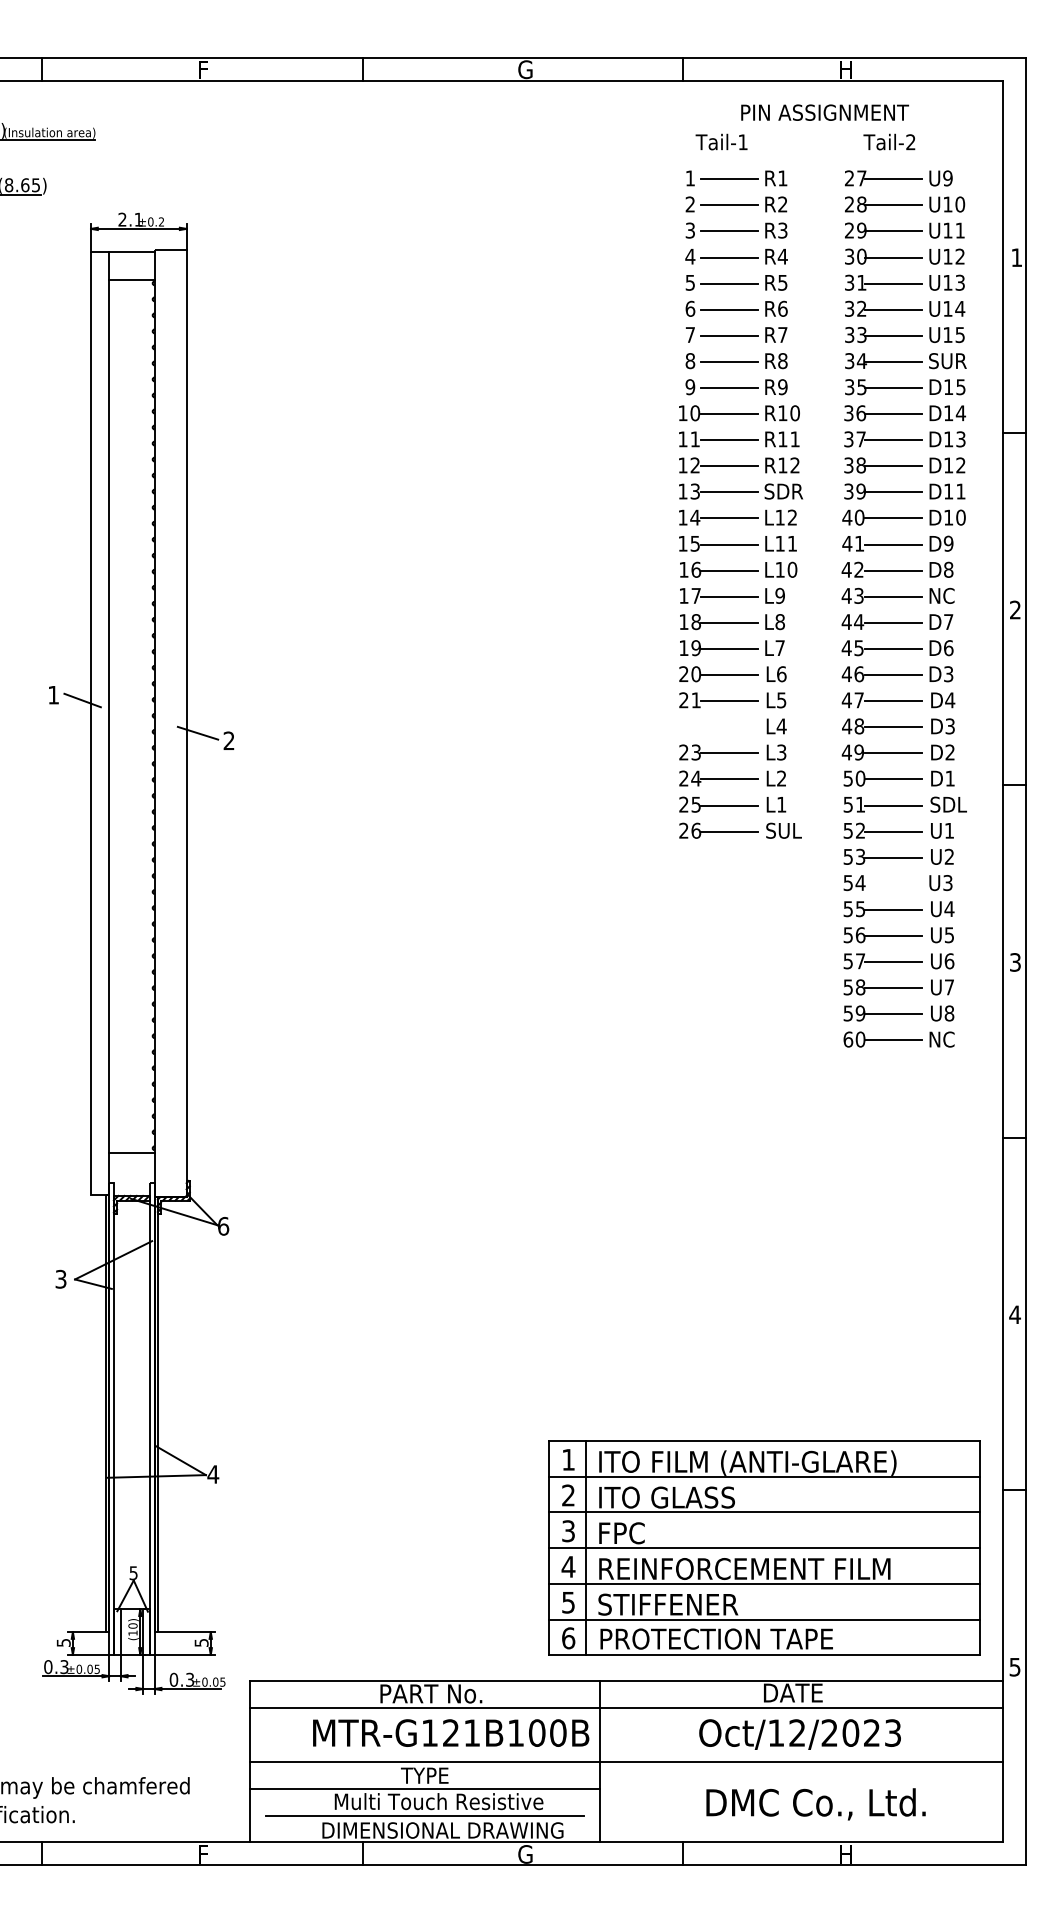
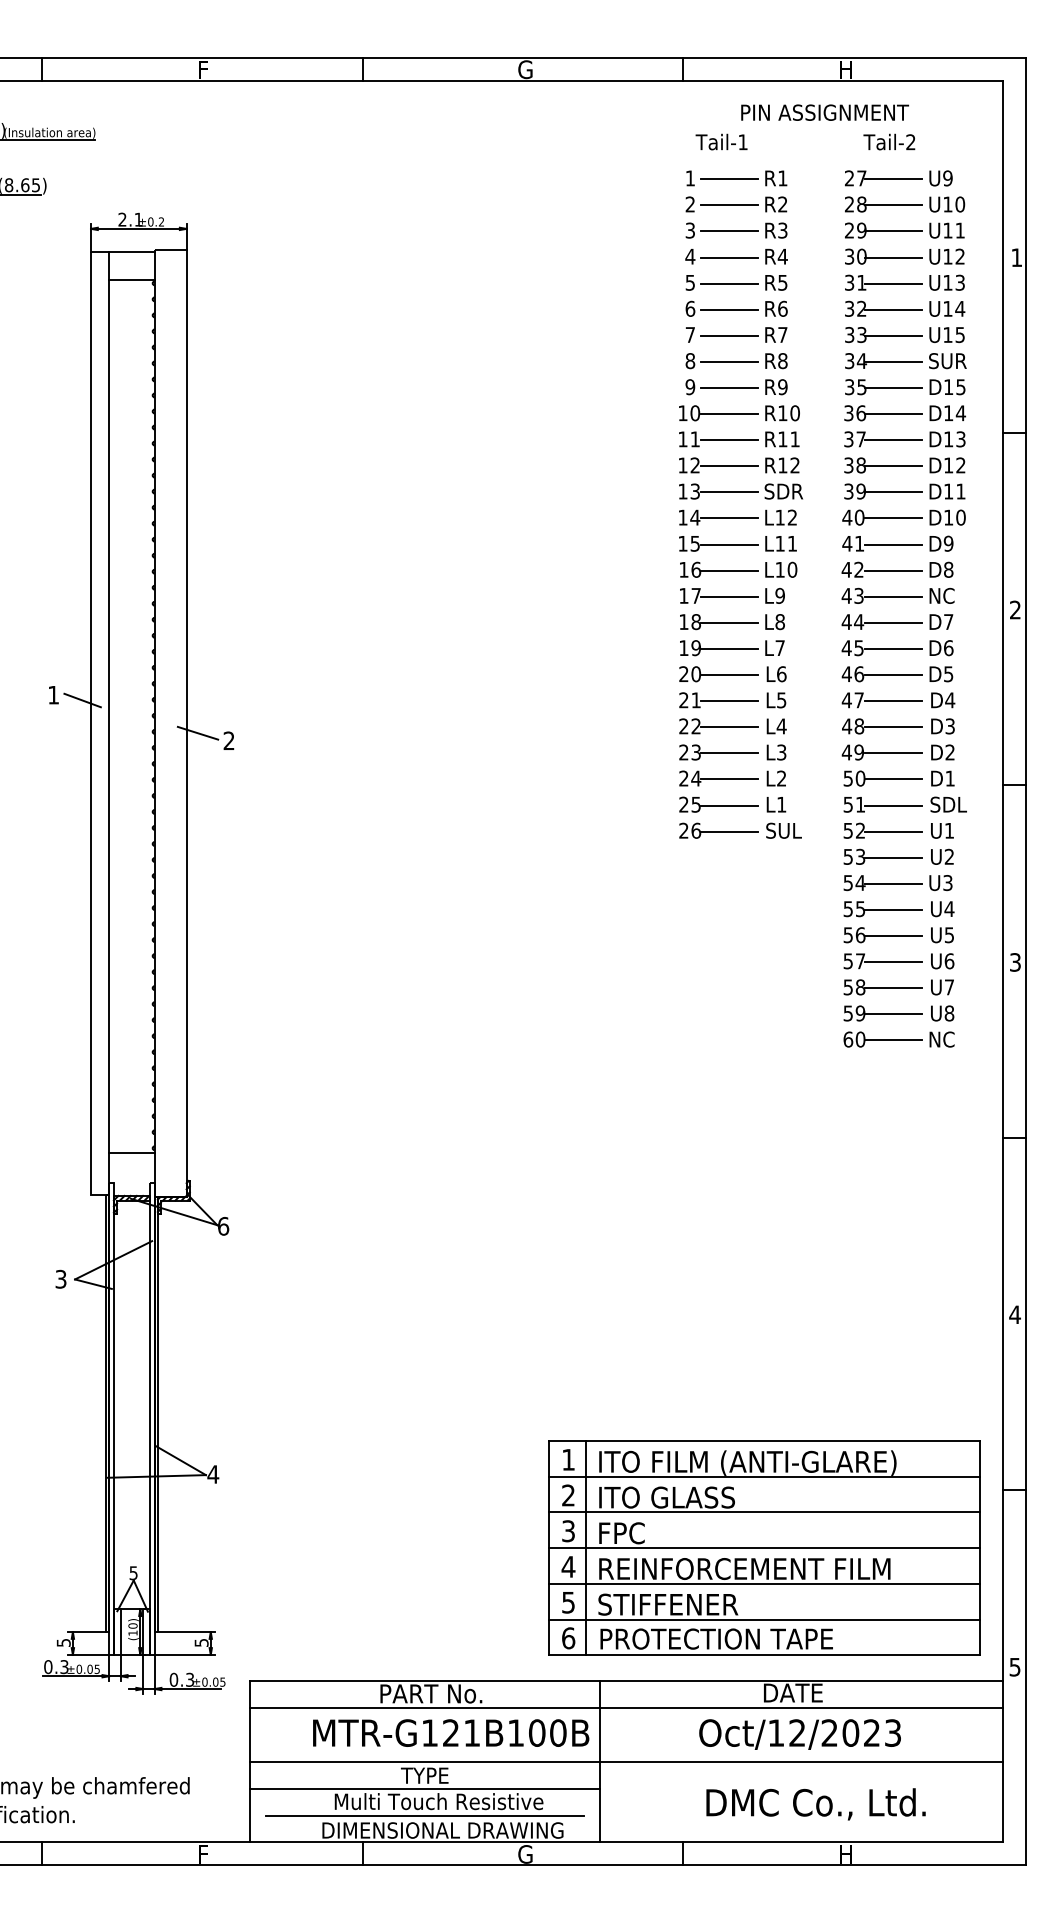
text at (948, 673): D3 -> D5
part at (718, 726): none -> present
line at (893, 883): none -> present
